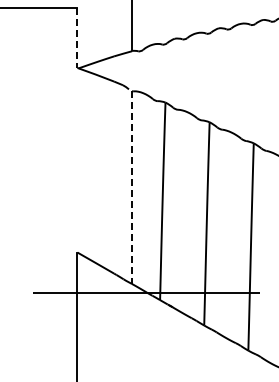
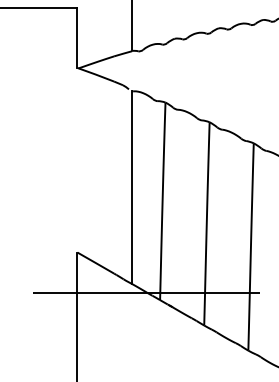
line at (77, 38): dashed -> solid
line at (132, 188): dashed -> solid
